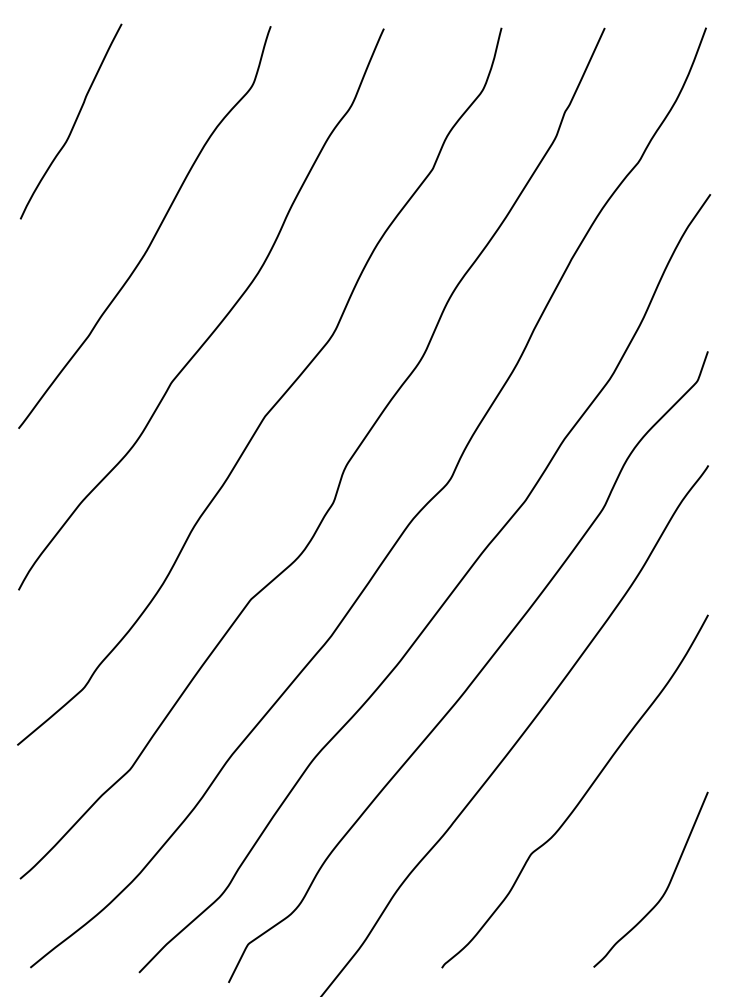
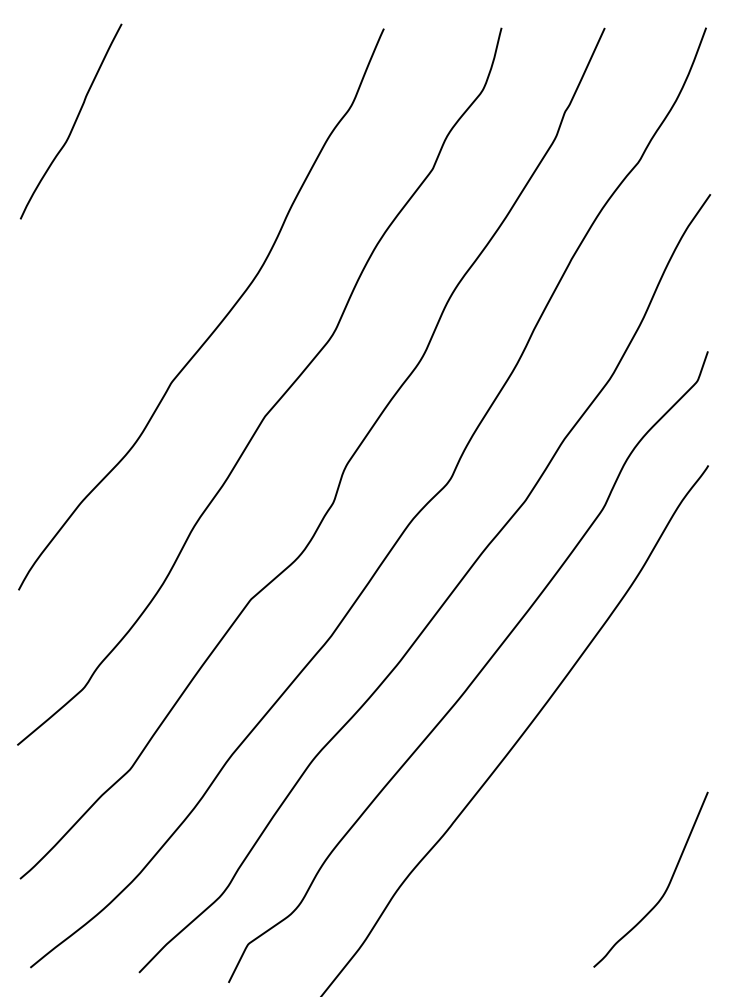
curve at (155, 232): present -> none
curve at (581, 797): present -> none
